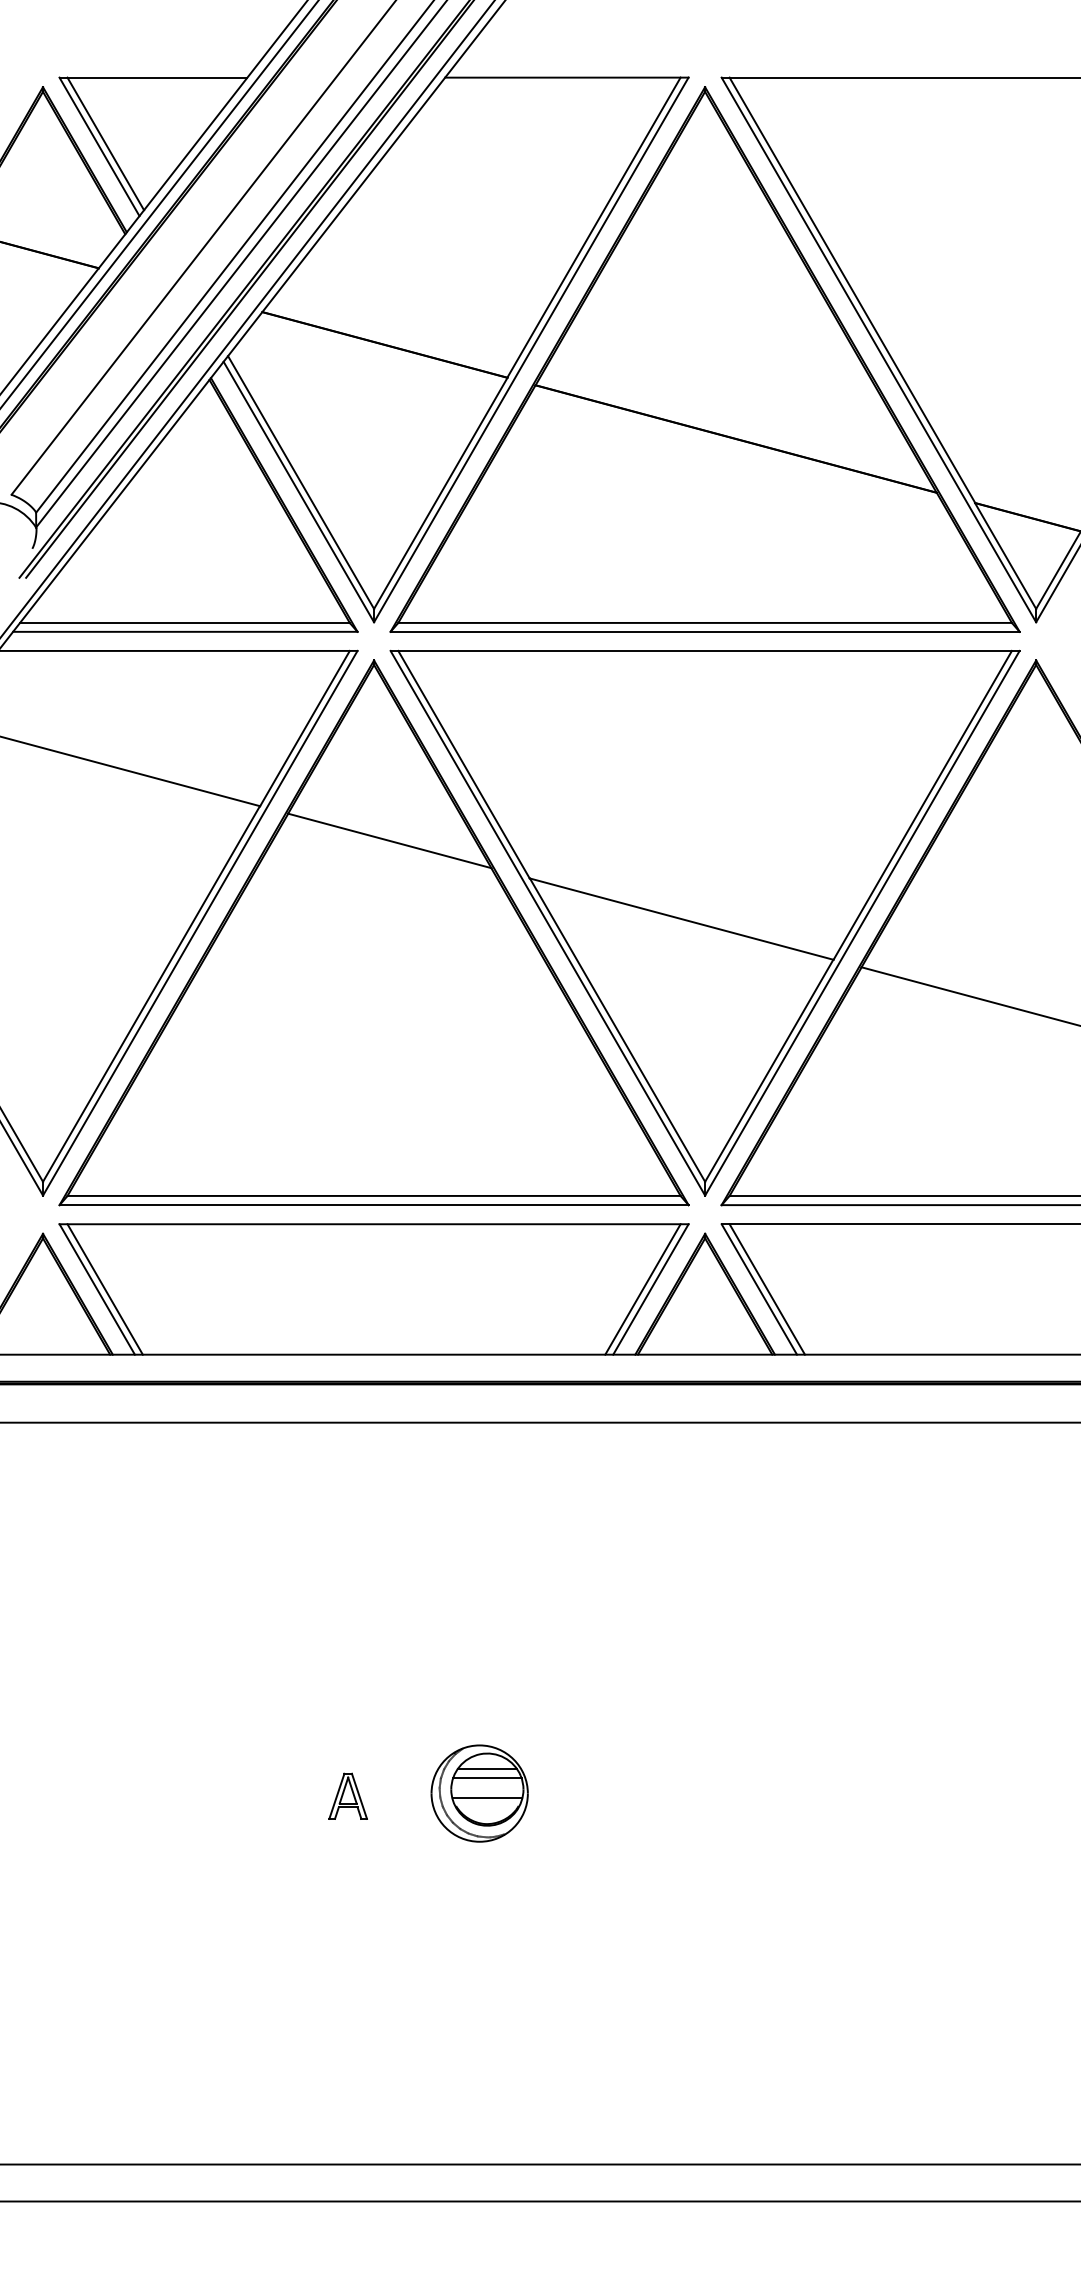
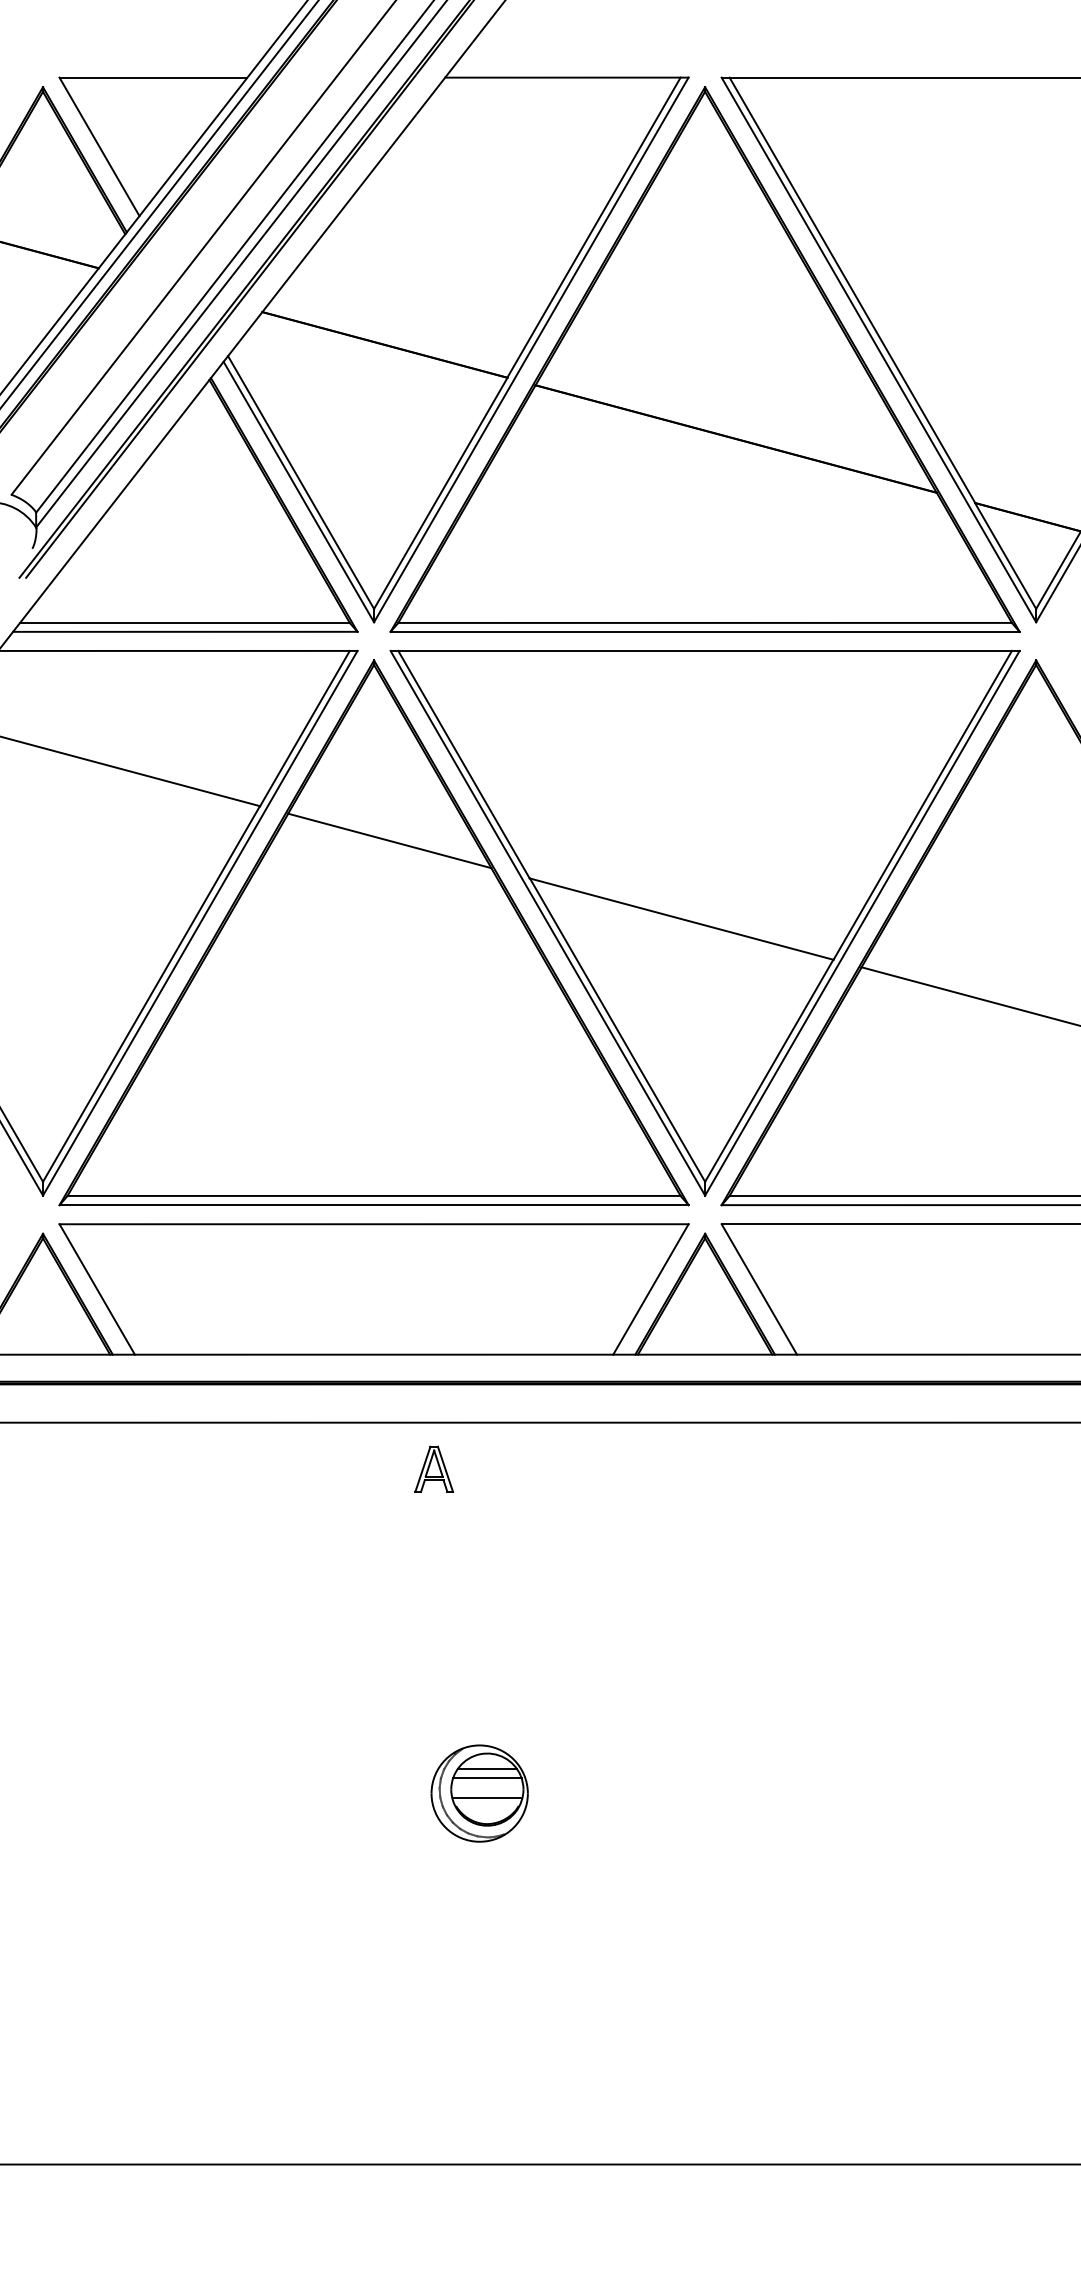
line at (105, 143): present -> none
line at (247, 318): present -> none
line at (104, 1289): present -> none
line at (642, 1289): present -> none
line at (766, 1289): present -> none
part at (347, 1795) position: (347, 1795) -> (433, 1468)
line at (539, 2201): present -> none
